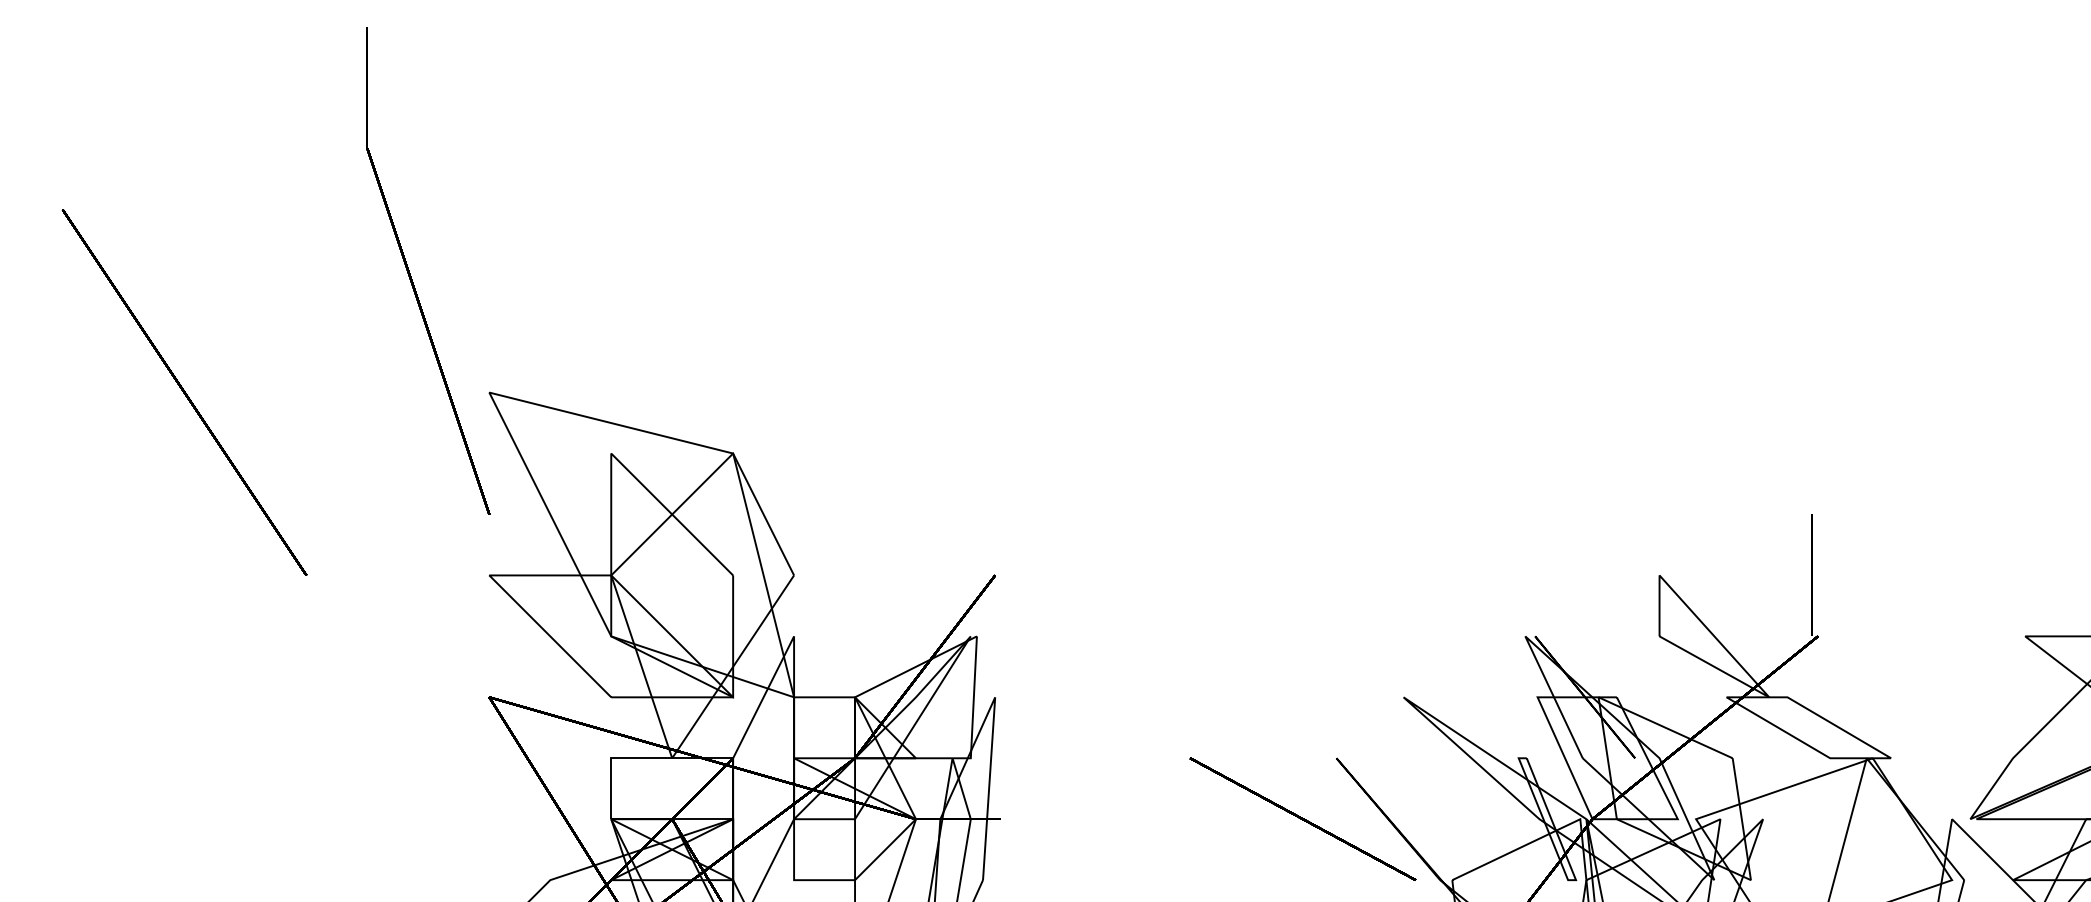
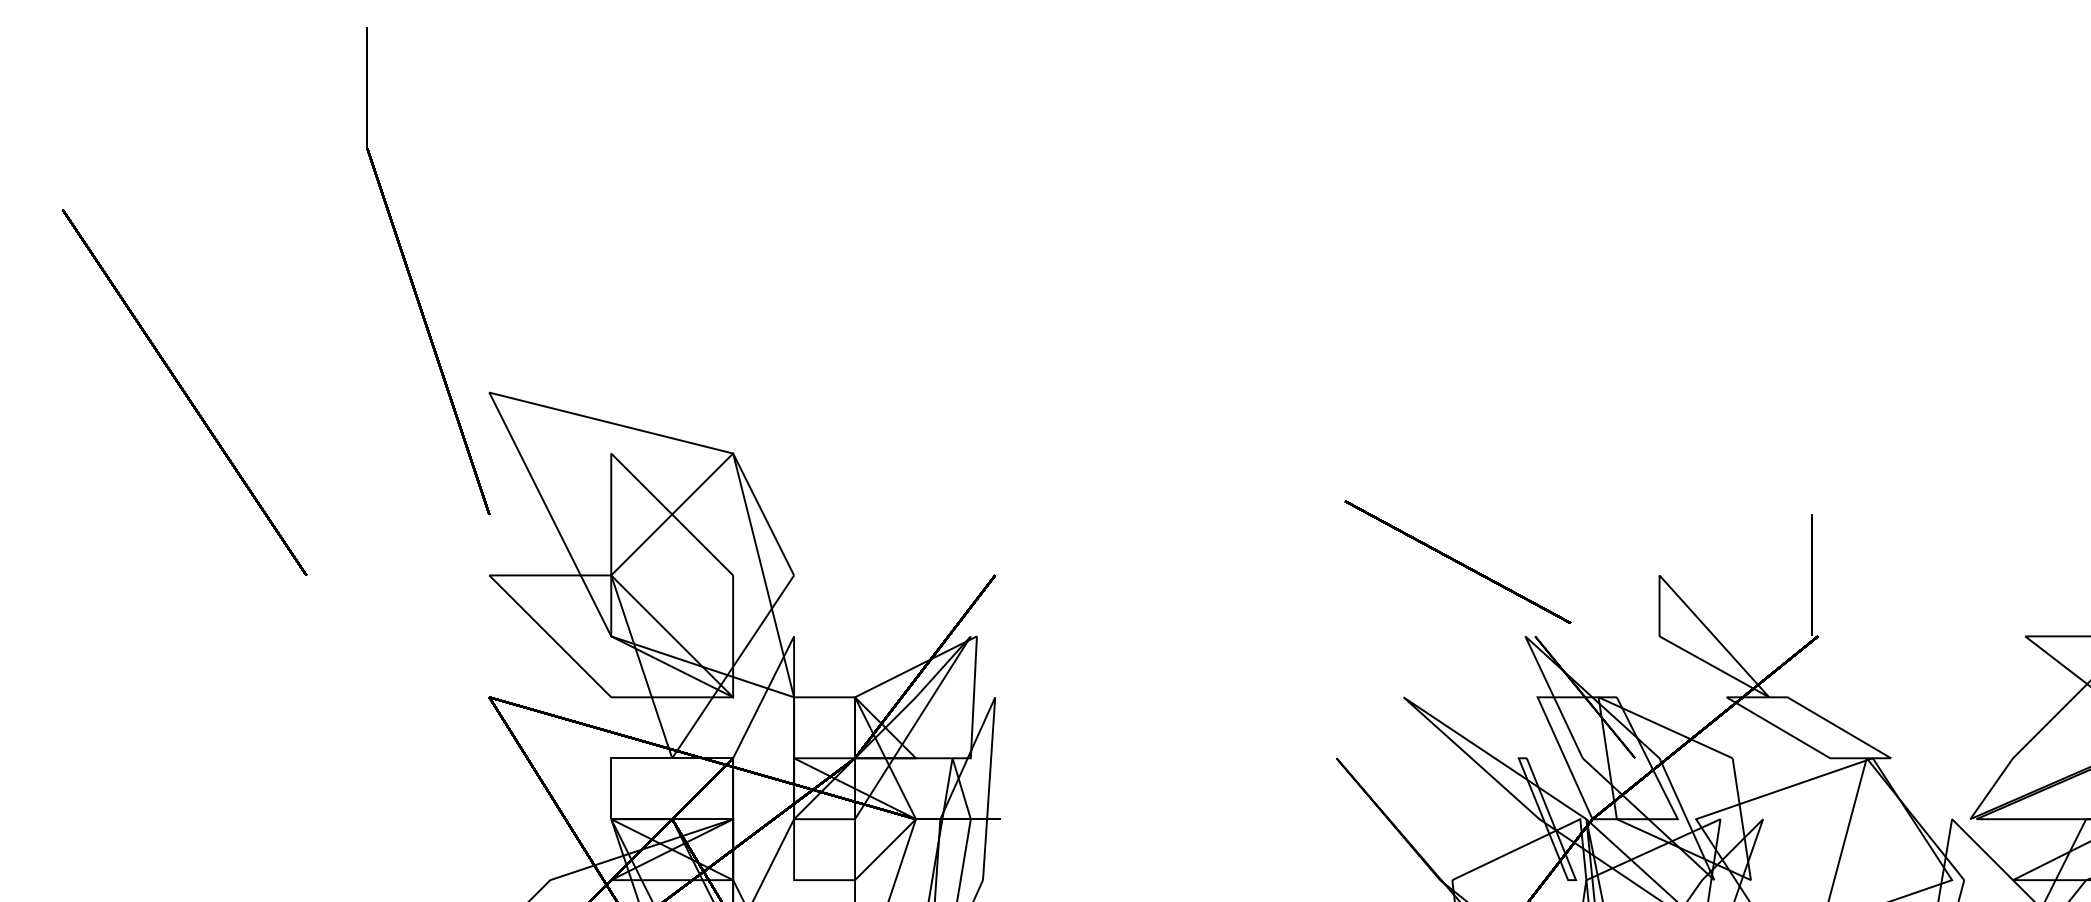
line at (1302, 818) position: (1302, 818) -> (1457, 561)
